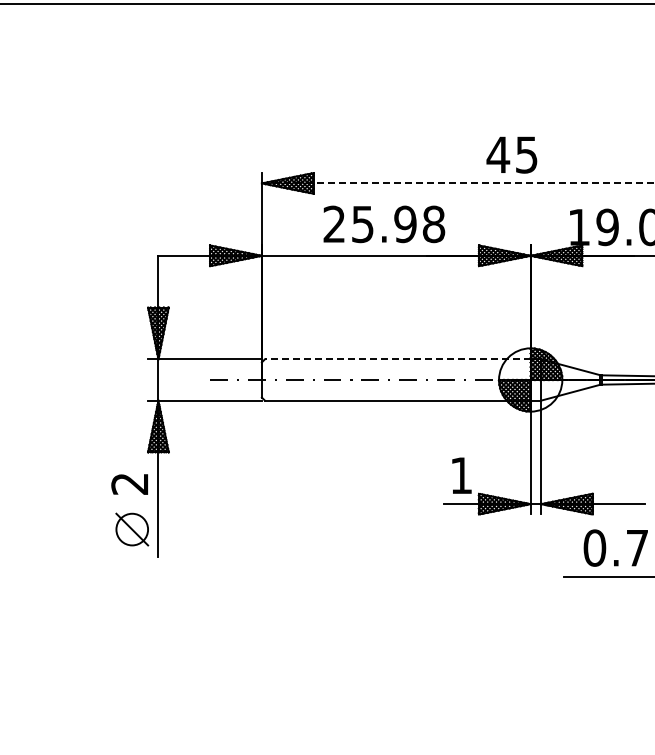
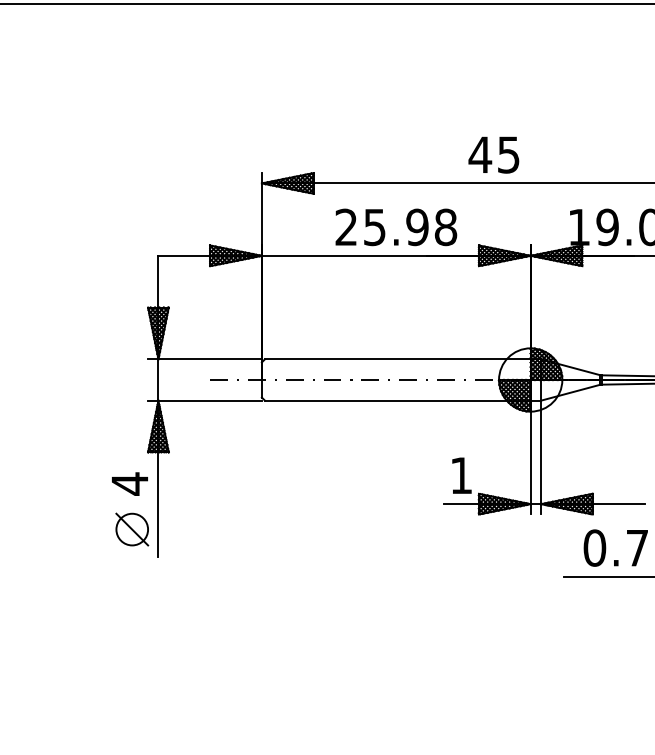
text at (511, 154) position: (511, 154) -> (493, 154)
line at (458, 183): dashed -> solid
text at (384, 224) position: (384, 224) -> (396, 227)
line at (397, 359): dashed -> solid
text at (129, 483): 2 -> 4
